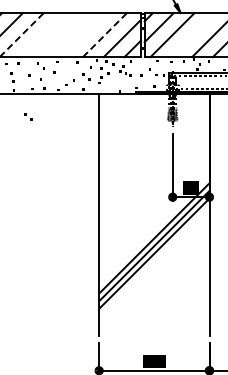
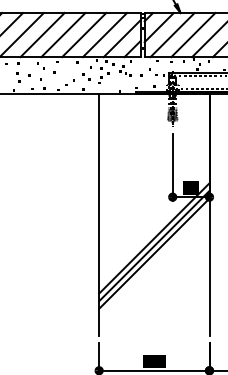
line at (22, 34): dashed -> solid
line at (105, 34): dashed -> solid
line at (42, 35): none -> present
line at (63, 35): none -> present
line at (84, 35): none -> present
line at (193, 35): none -> present
part at (12, 77) position: (12, 77) -> (18, 77)
part at (28, 116): present -> none
